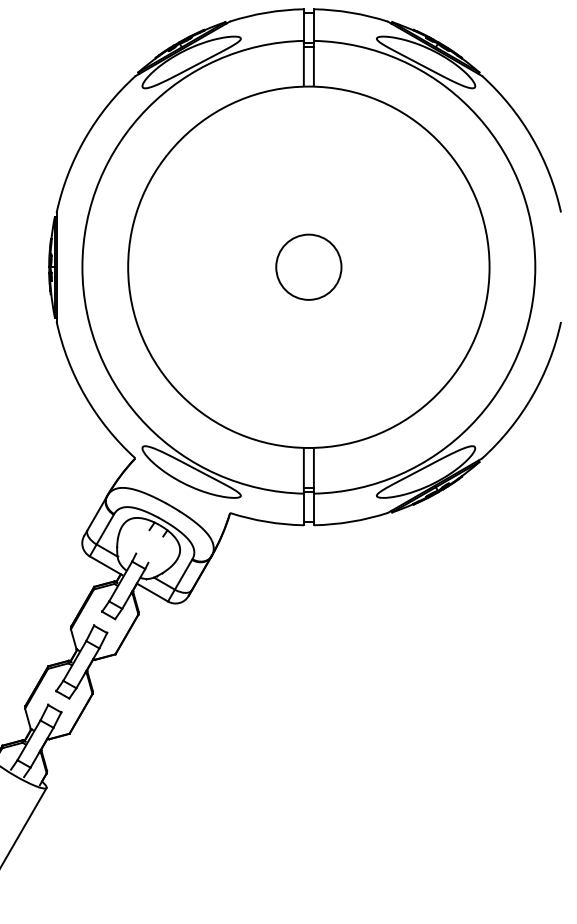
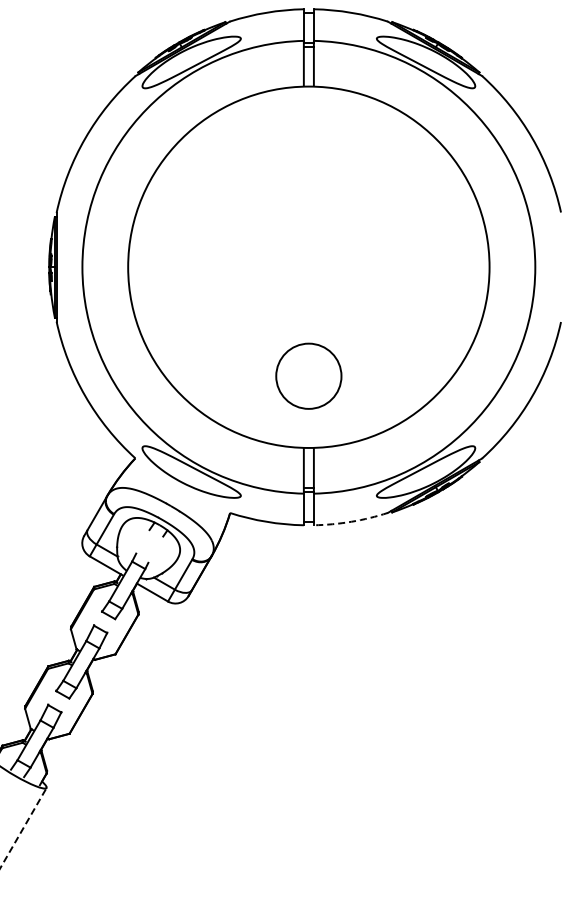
circle at (308, 266) position: (308, 266) -> (308, 375)
arc at (351, 521): solid -> dashed
line at (23, 827): solid -> dashed
